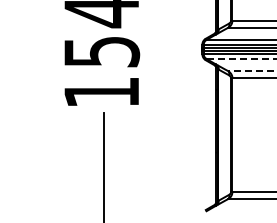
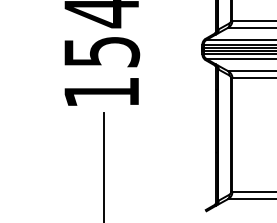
line at (241, 59): dashed -> solid
line at (251, 71): dashed -> solid
